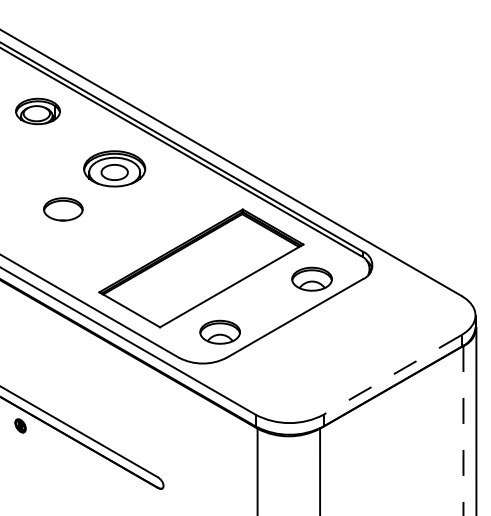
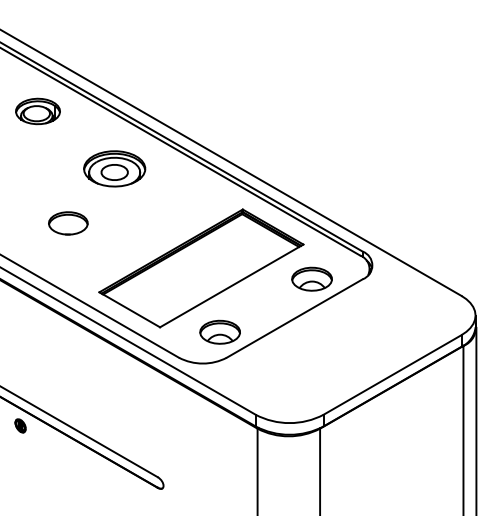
part at (63, 209) position: (63, 209) -> (68, 223)
line at (392, 374): dashed -> solid
line at (463, 430): dashed -> solid
